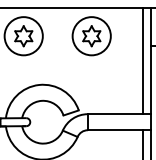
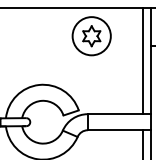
part at (23, 36): present -> none
